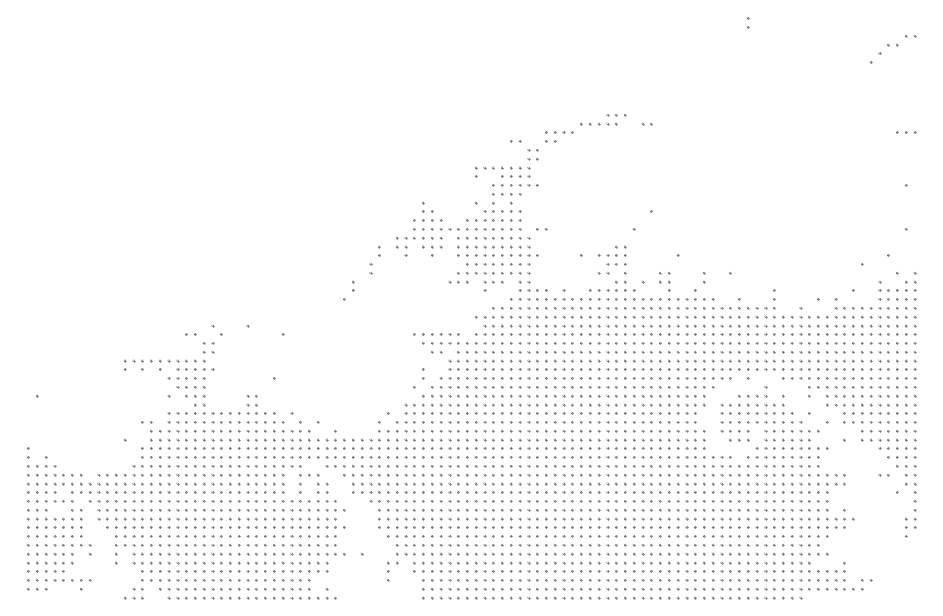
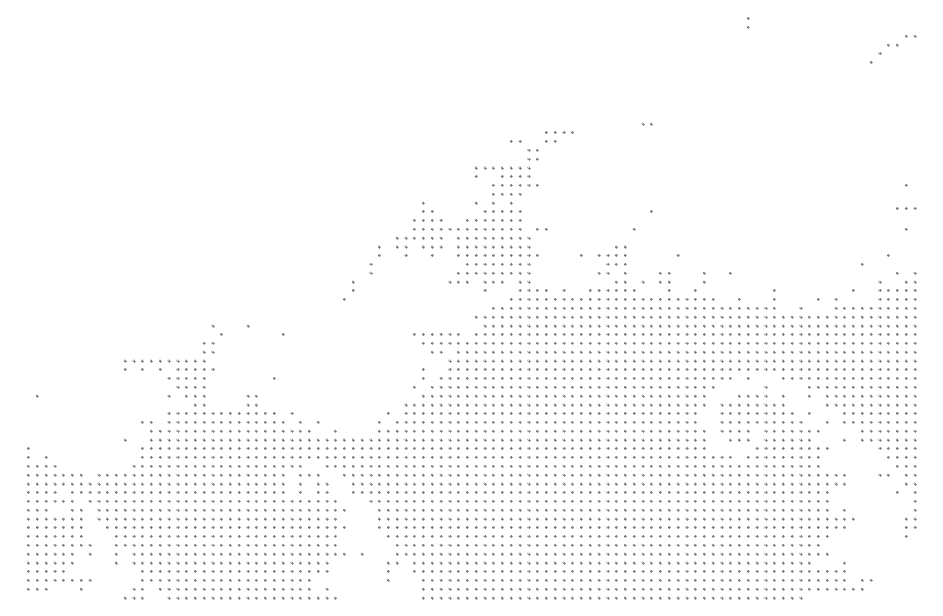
part at (603, 119): present -> none
part at (906, 132) position: (906, 132) -> (906, 208)
part at (190, 334): present -> none
